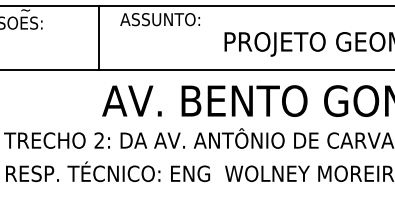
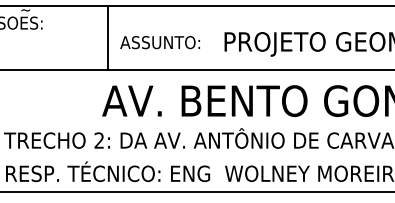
text at (159, 19) position: (159, 19) -> (159, 42)
line at (99, 38) position: (99, 38) -> (108, 38)
line at (196, 192): none -> present
